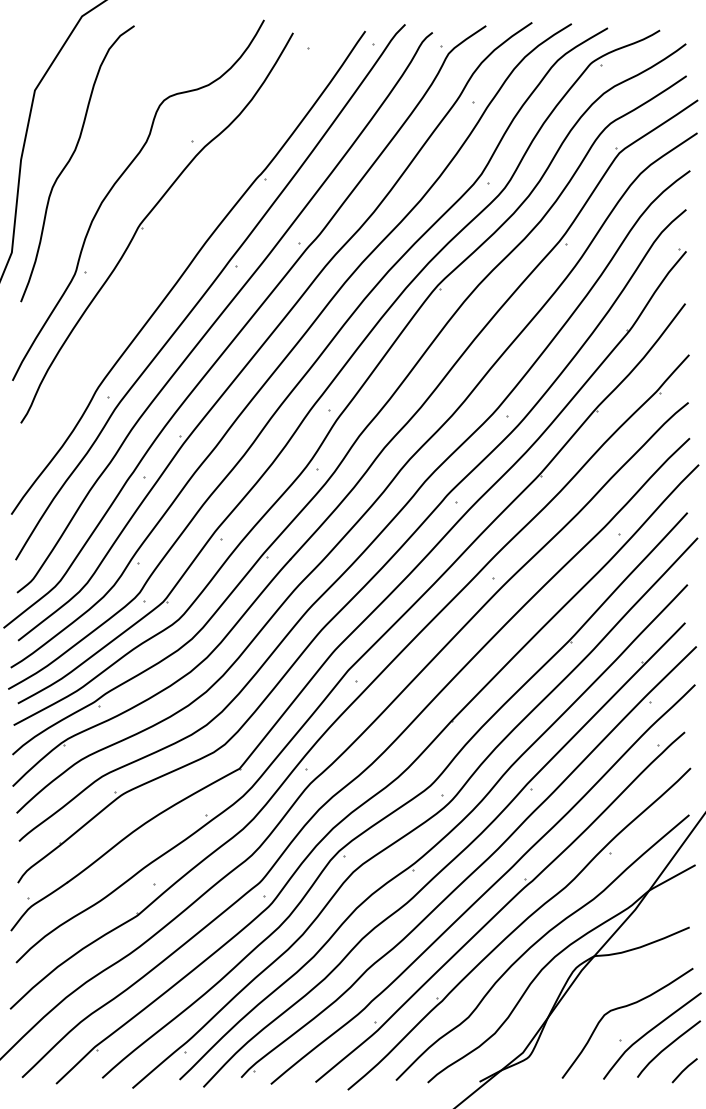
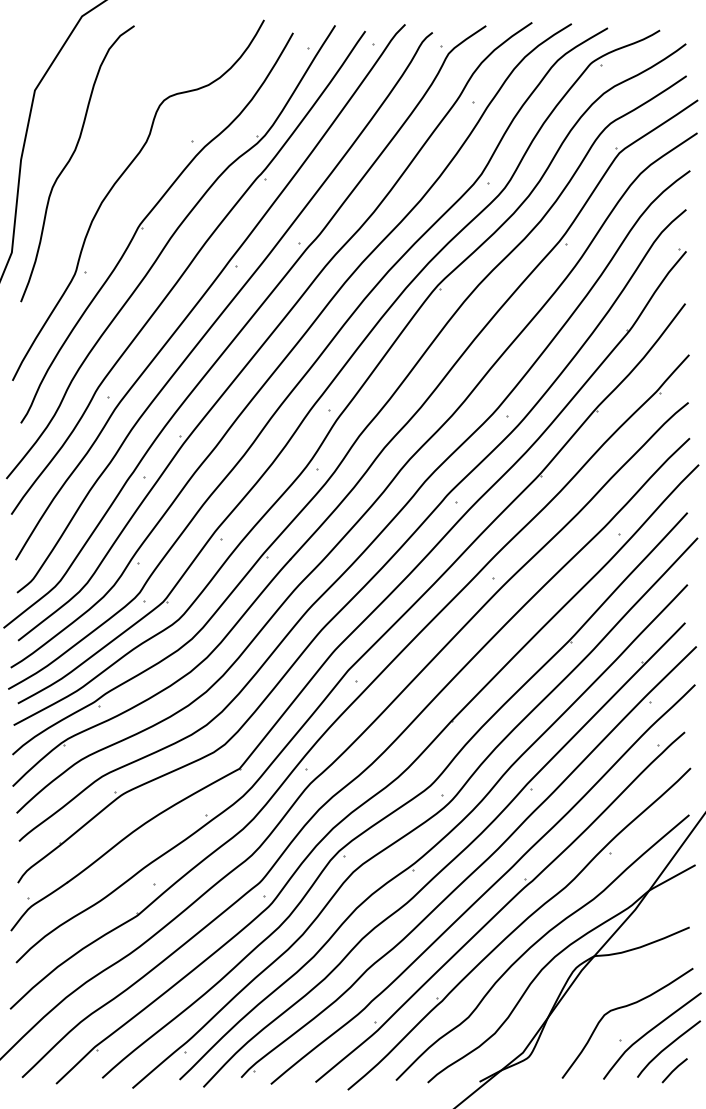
part at (164, 249): none -> present
line at (684, 1070) position: (684, 1070) -> (674, 1070)
